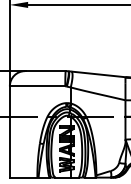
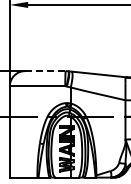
line at (45, 71): solid -> dashed
